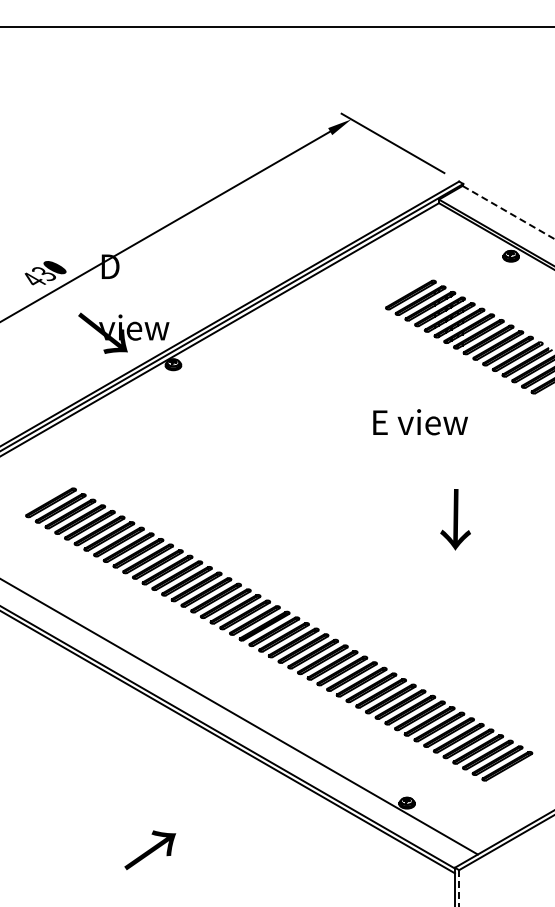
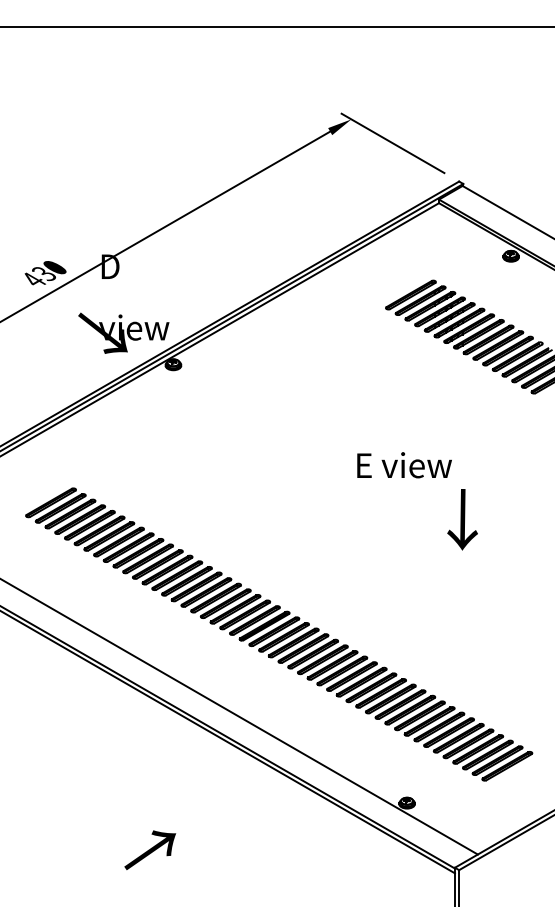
line at (508, 212): dashed -> solid
text at (420, 422) position: (420, 422) -> (404, 465)
text at (455, 519) position: (455, 519) -> (462, 519)
line at (459, 888): dashed -> solid
